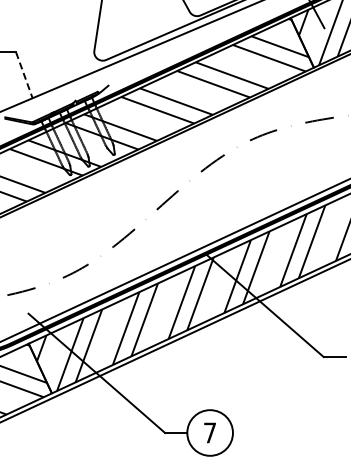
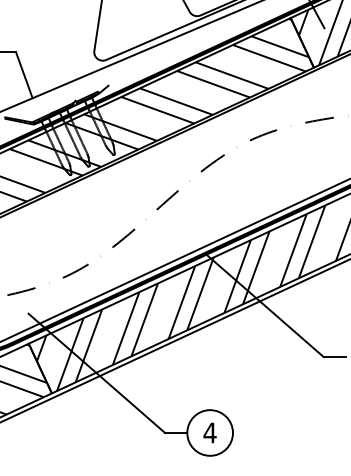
line at (24, 75): dashed -> solid
text at (209, 432): 7 -> 4
